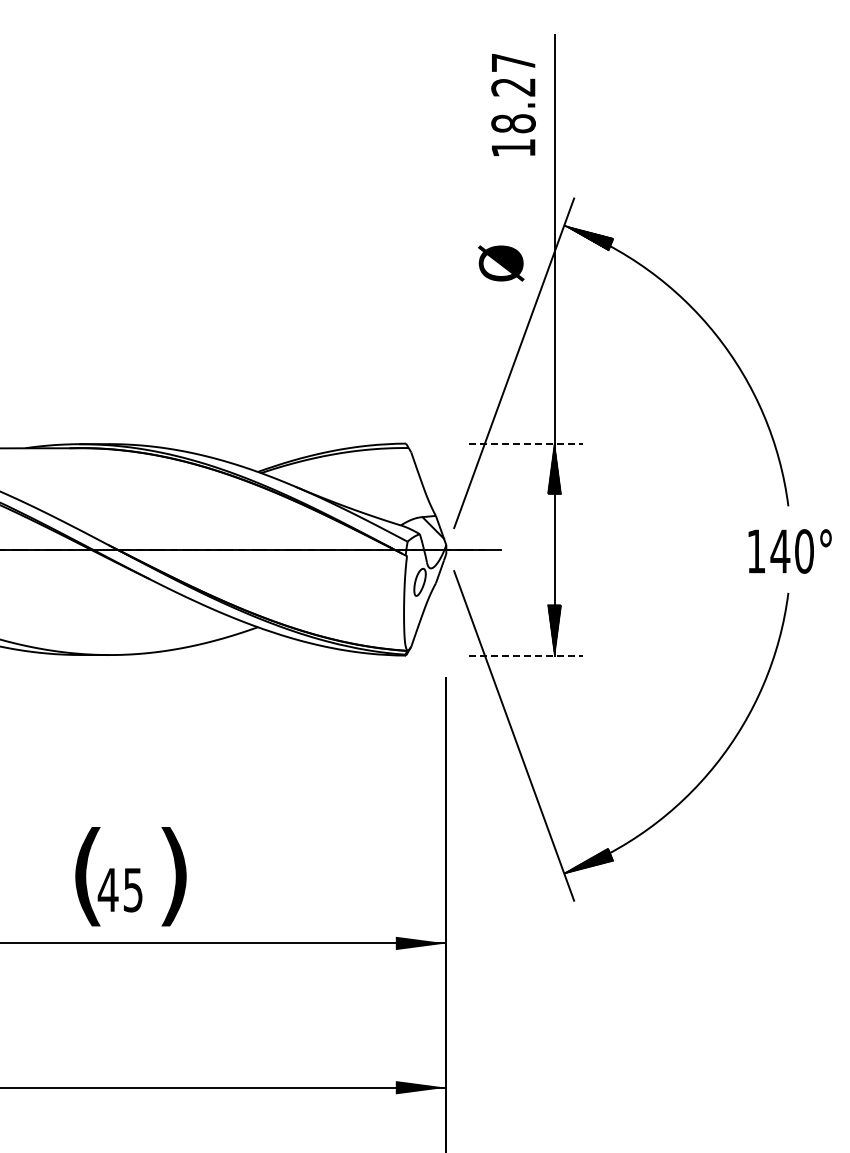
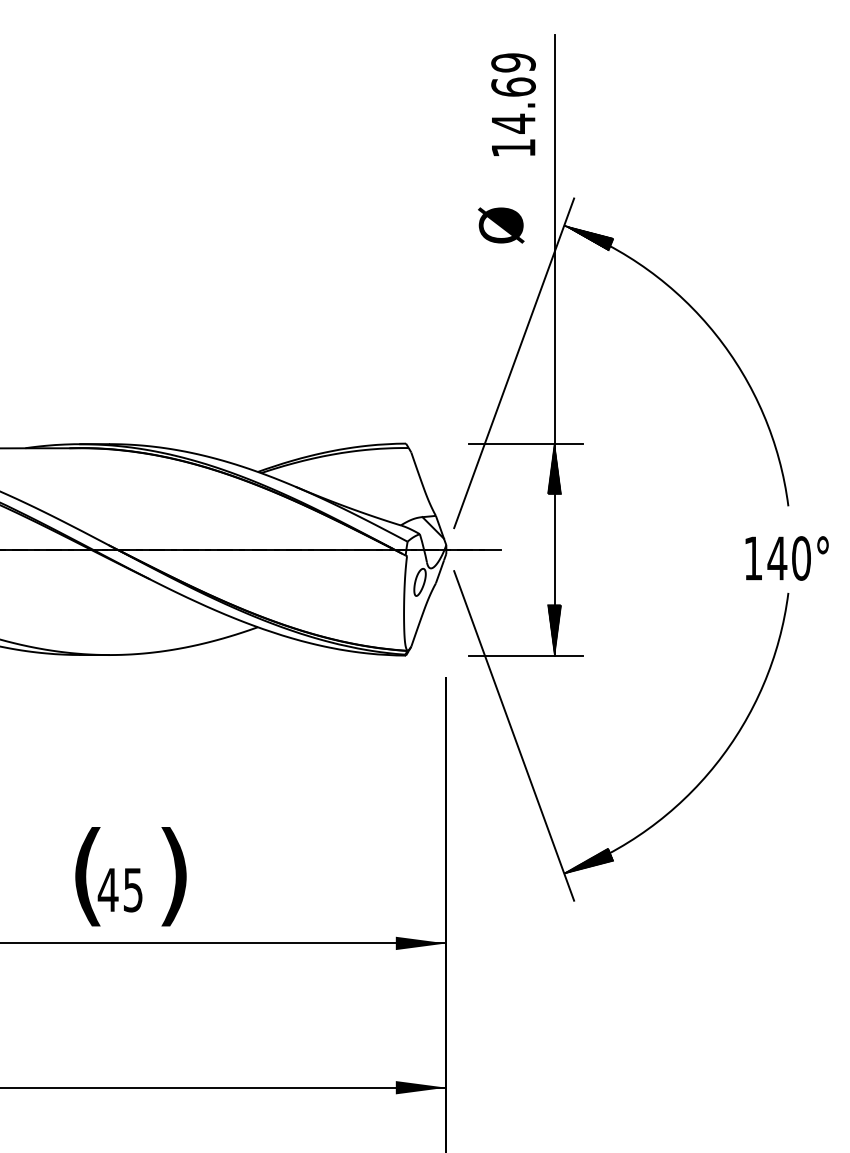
text at (513, 93): 18.27 -> 14.69
text at (501, 263) position: (501, 263) -> (501, 225)
line at (526, 443): dashed -> solid
text at (789, 551) position: (789, 551) -> (786, 558)
line at (526, 655): dashed -> solid
